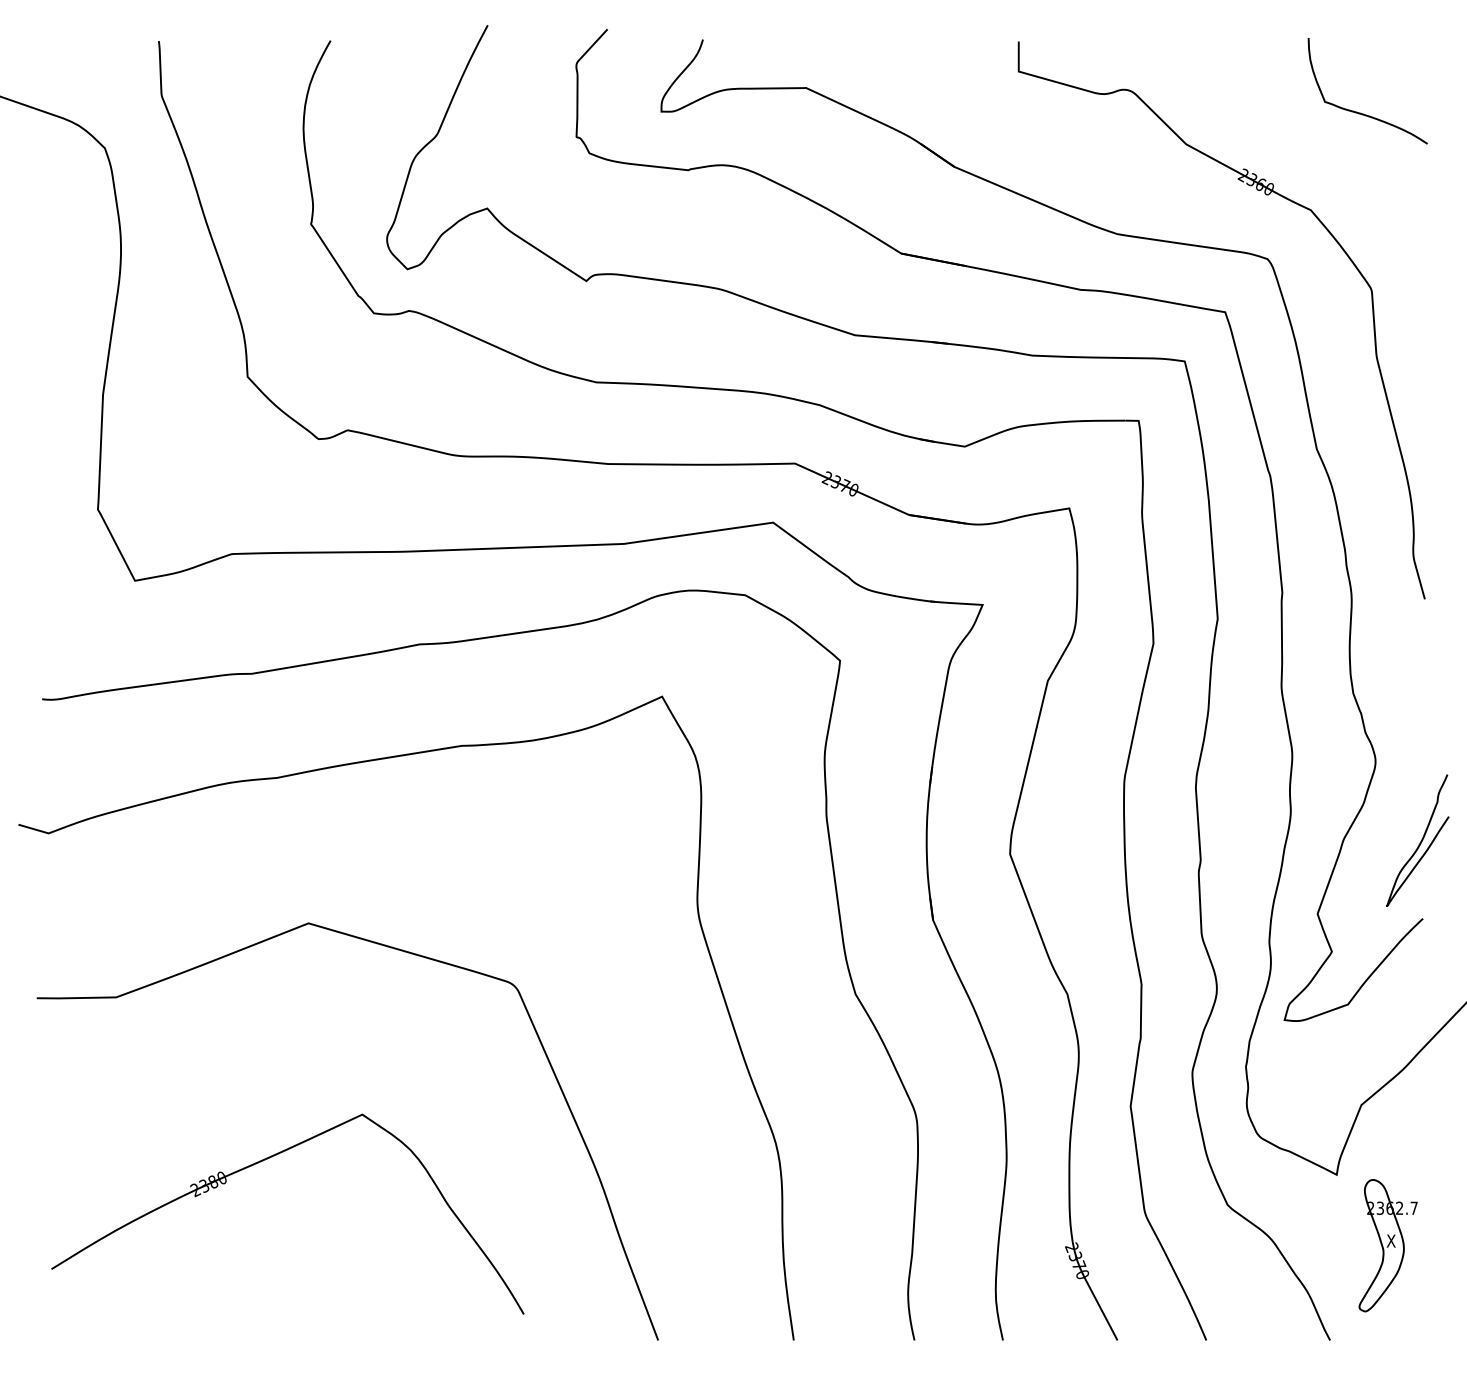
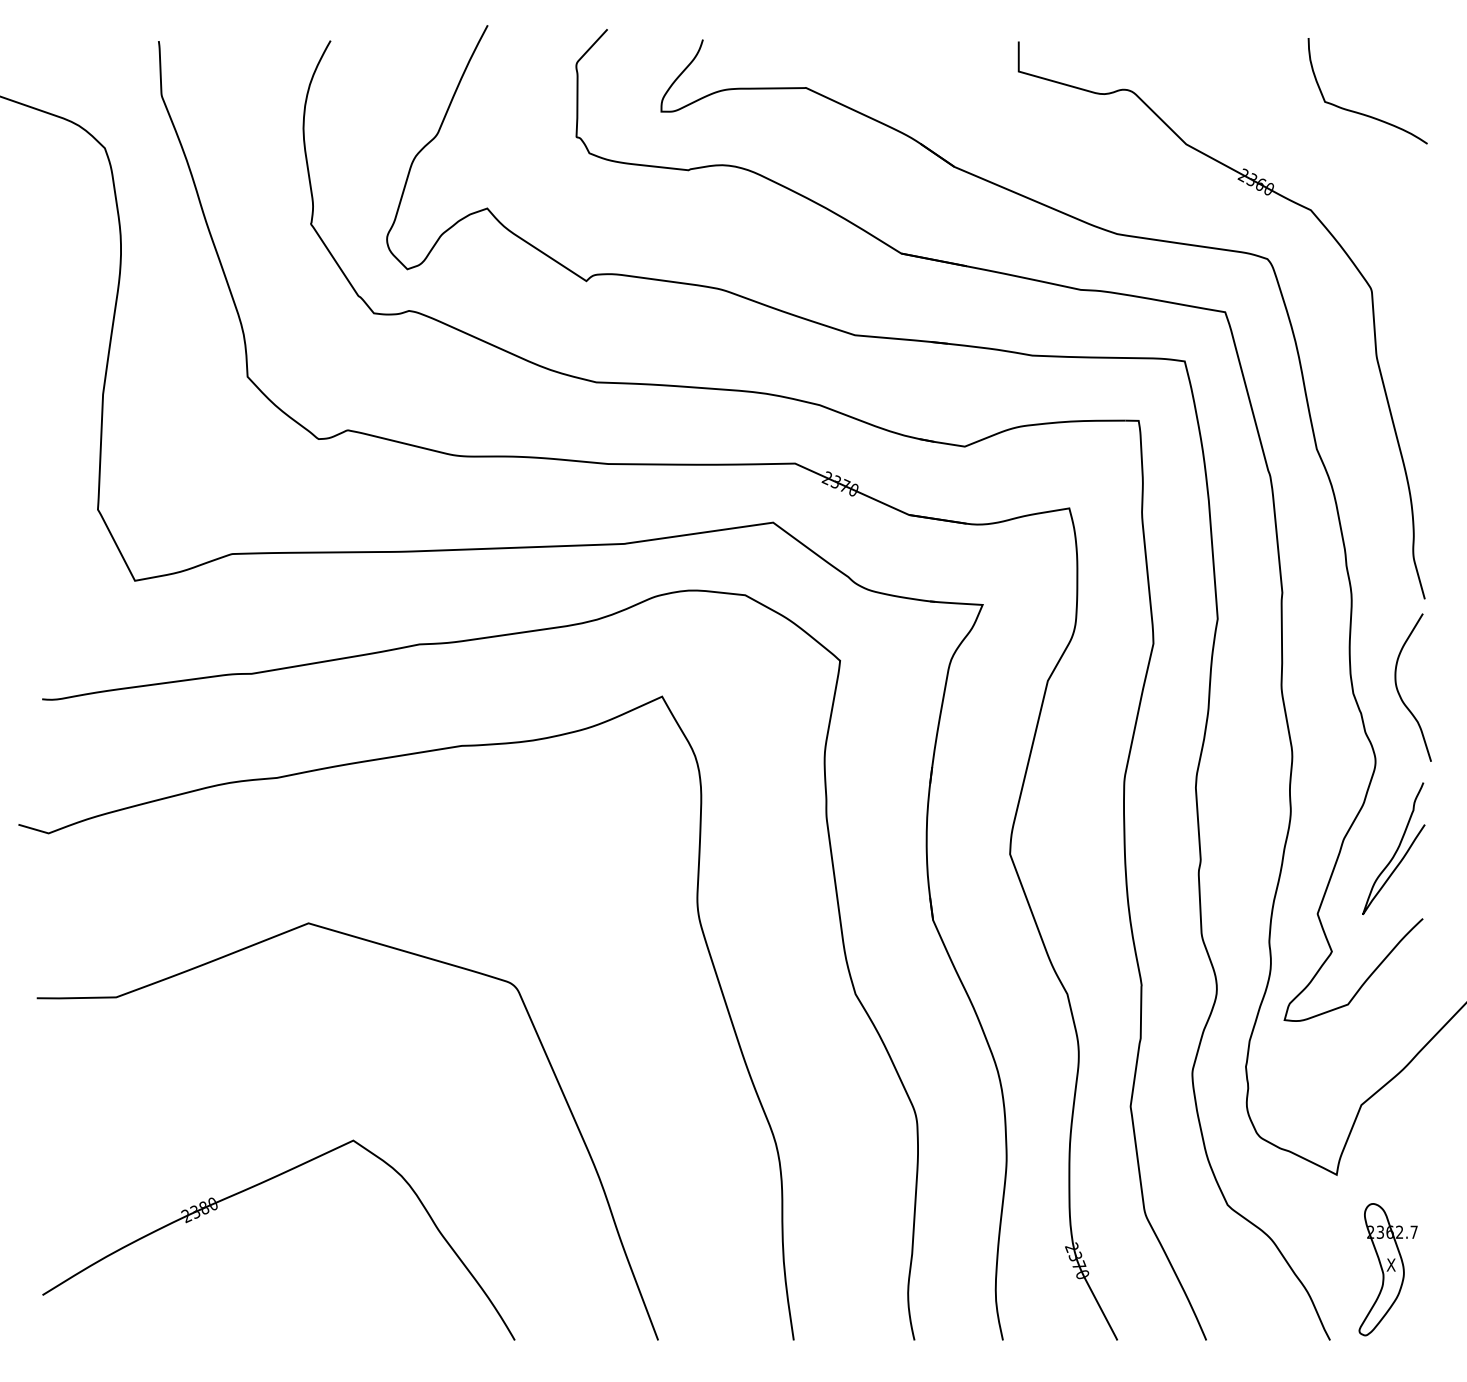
curve at (1400, 694): none -> present
curve at (1420, 841) position: (1420, 841) -> (1396, 849)
part at (263, 1161) position: (263, 1161) -> (254, 1187)
part at (1387, 1245) position: (1387, 1245) -> (1387, 1269)
